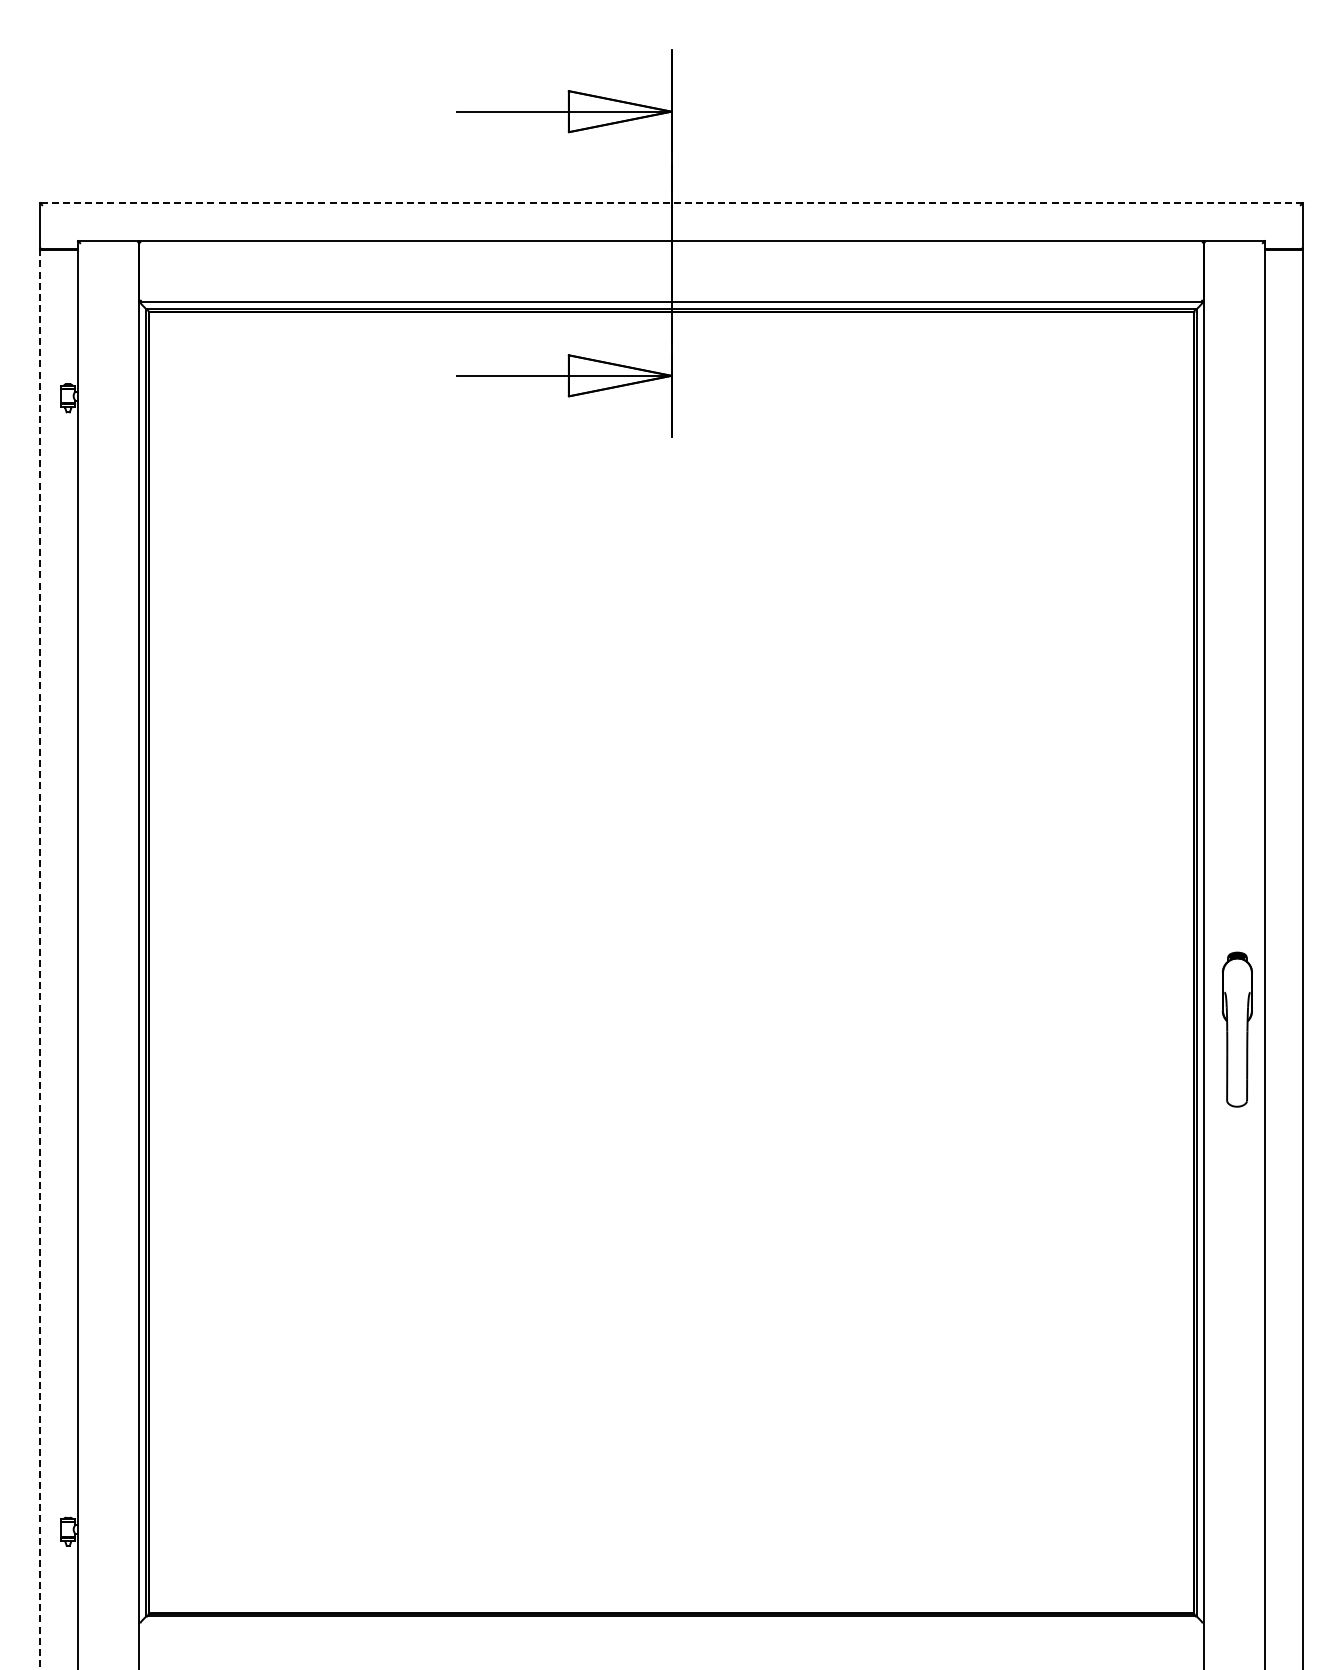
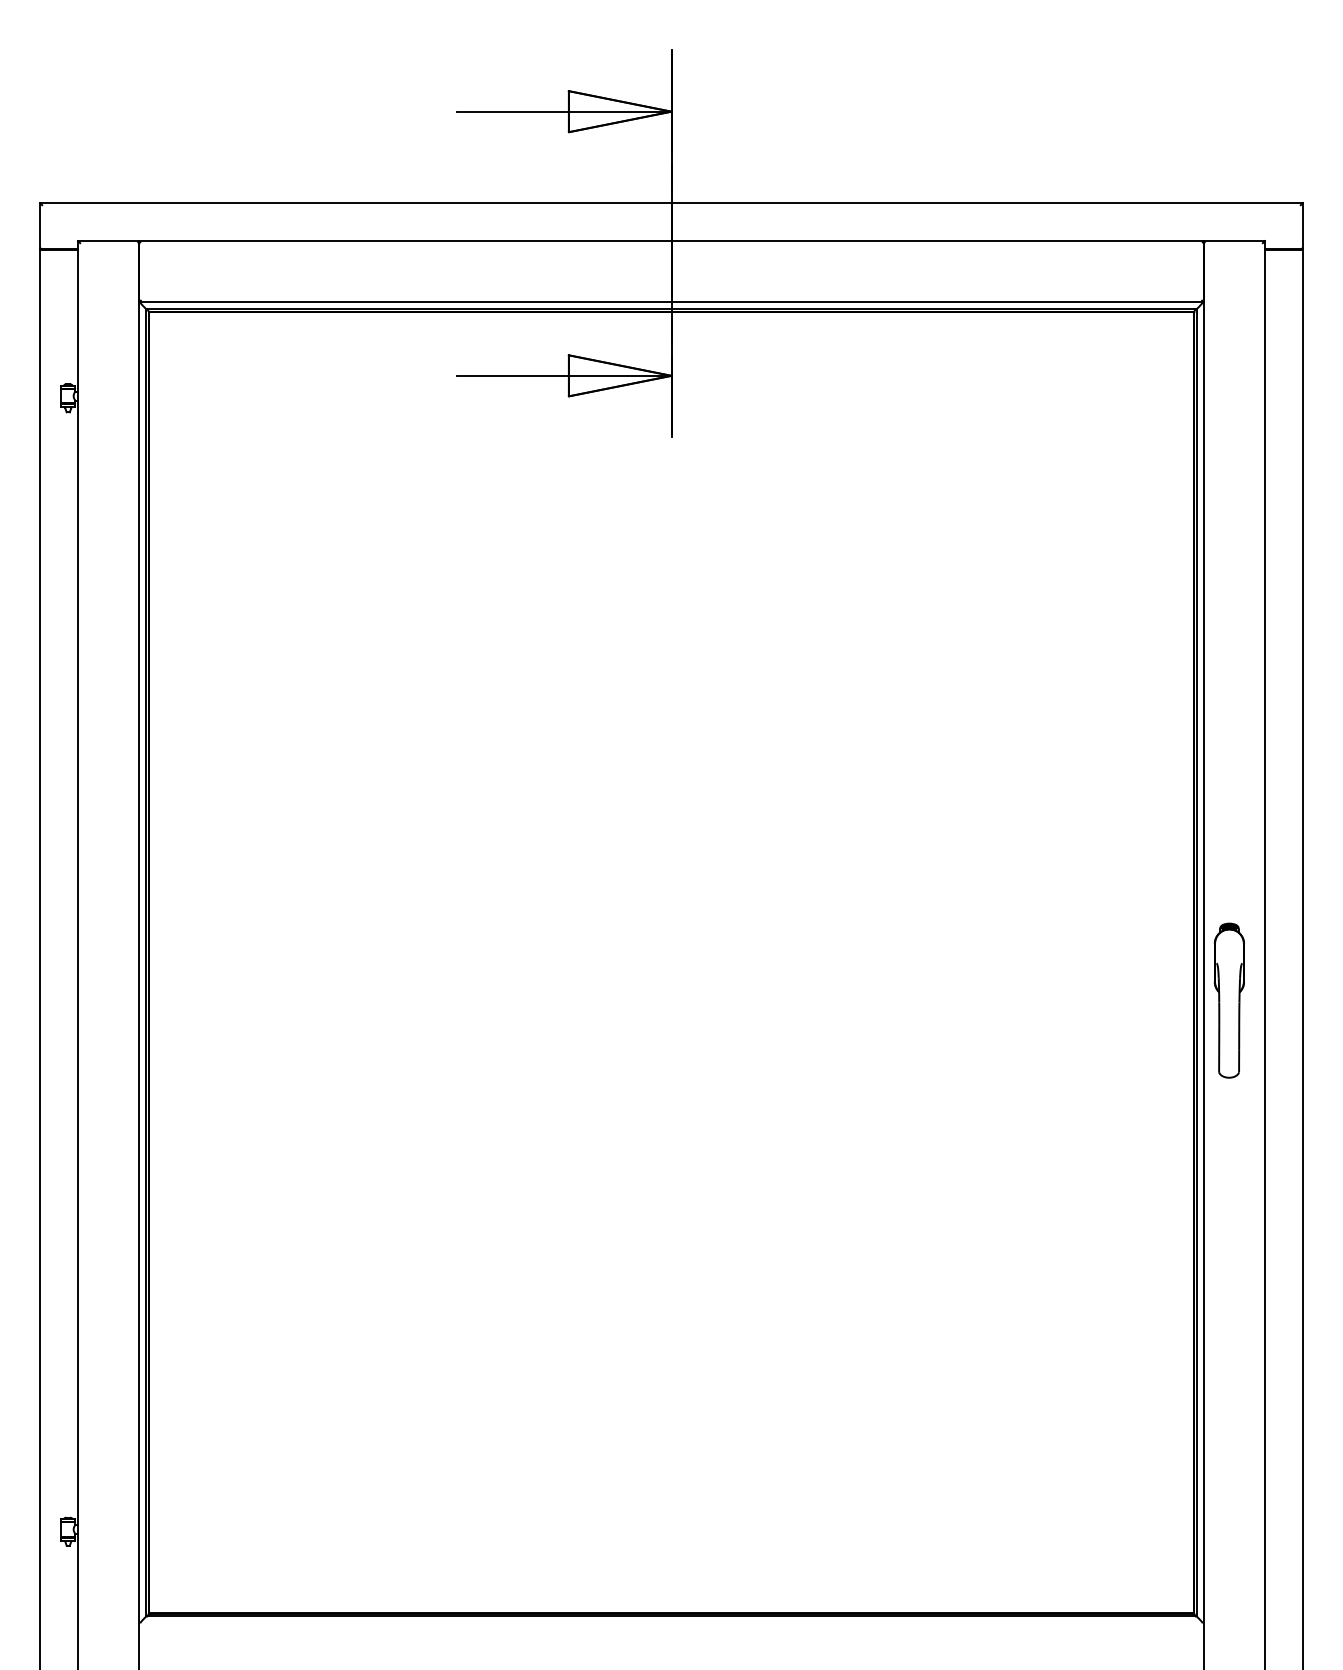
line at (670, 203): dashed -> solid
line at (40, 959): dashed -> solid
part at (1236, 1029) position: (1236, 1029) -> (1228, 1000)
